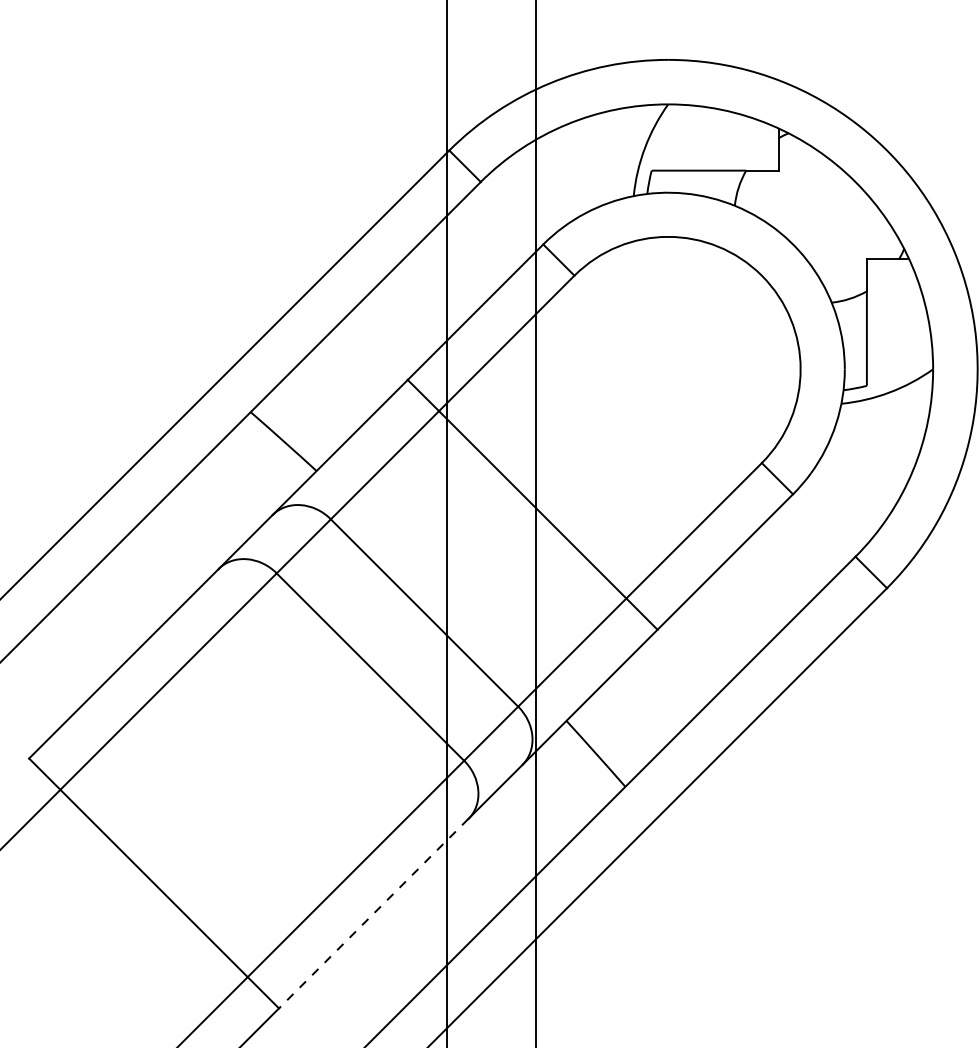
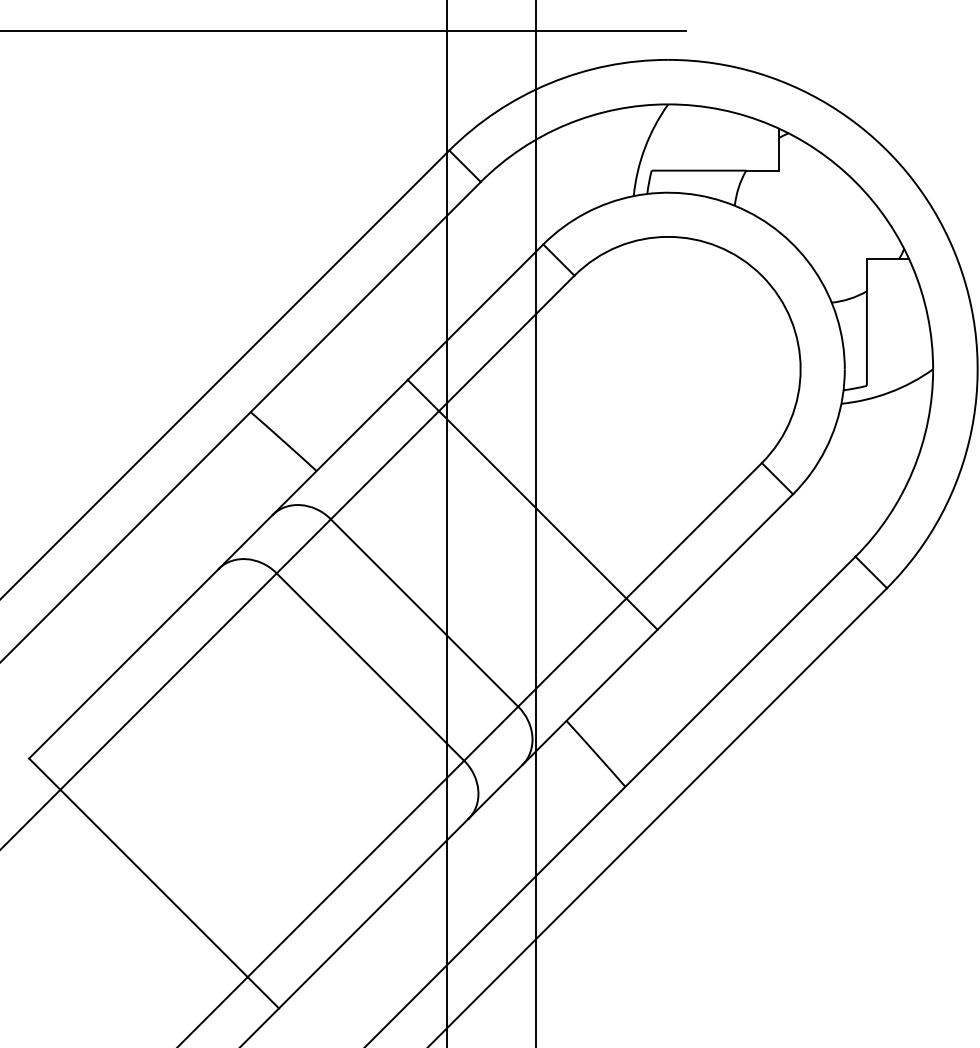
line at (343, 31): none -> present
line at (373, 913): dashed -> solid
